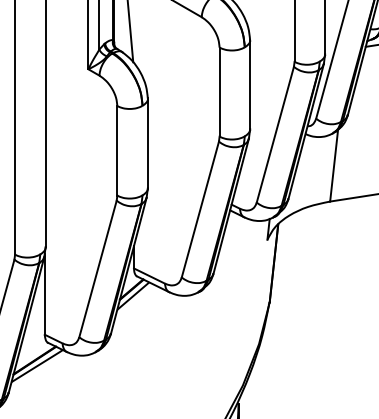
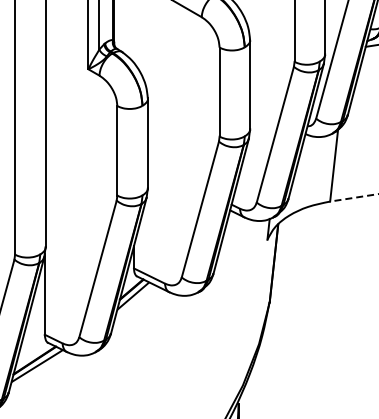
line at (130, 32): present -> none
line at (353, 197): solid -> dashed
